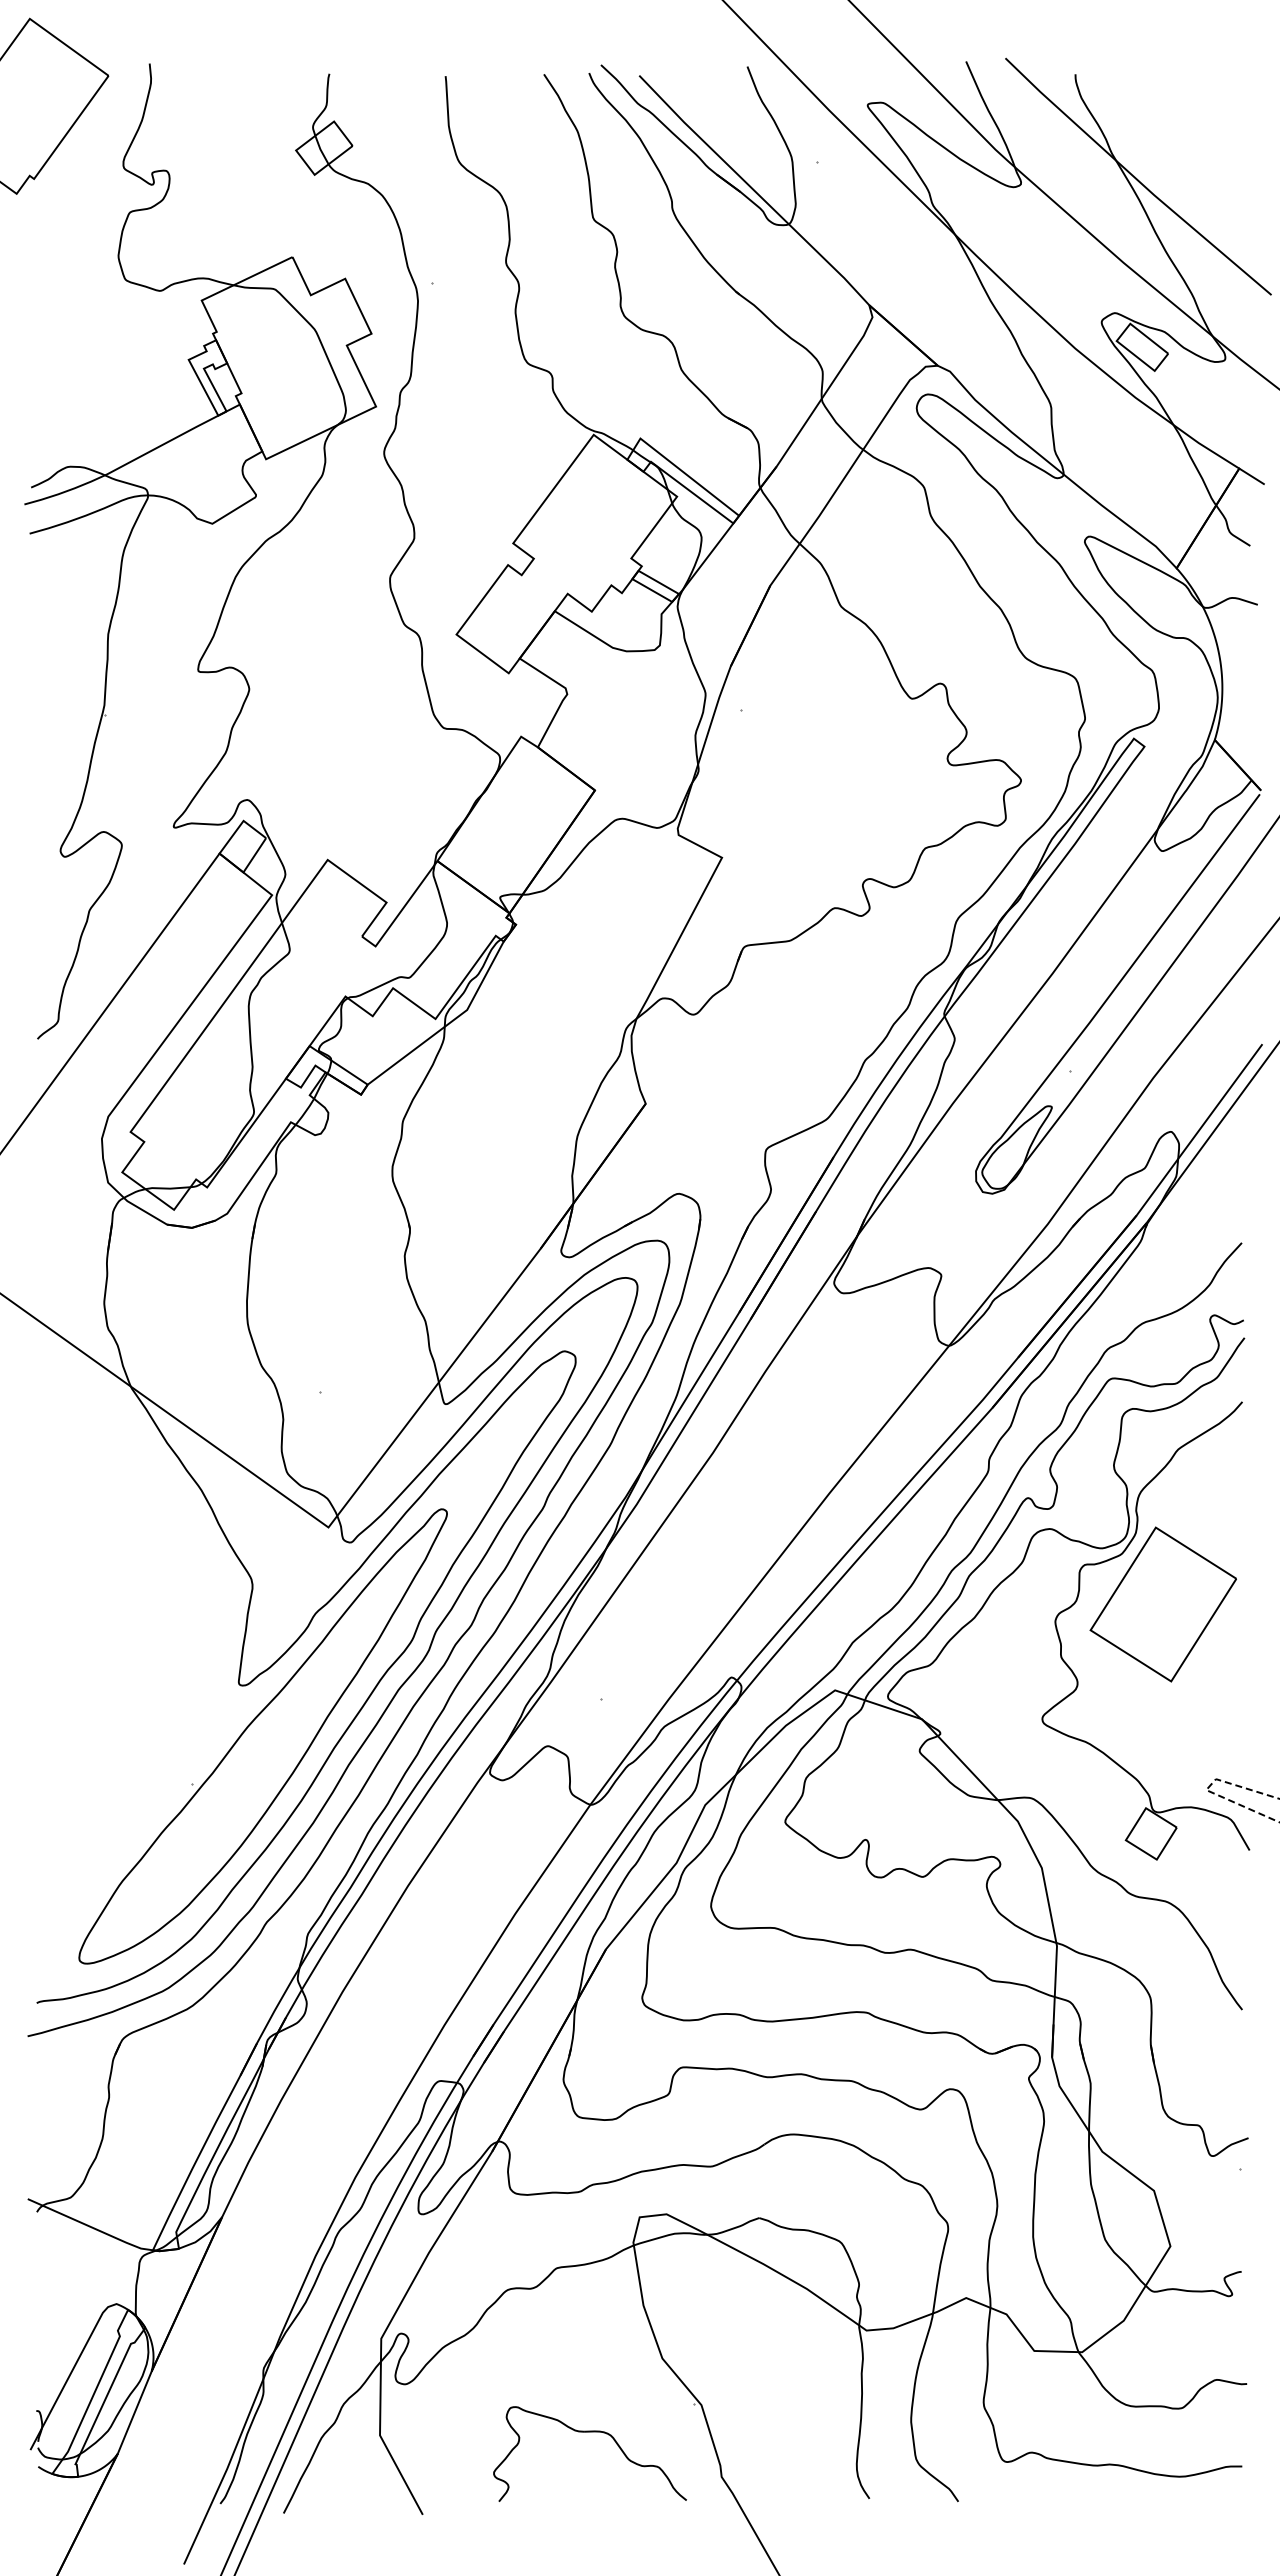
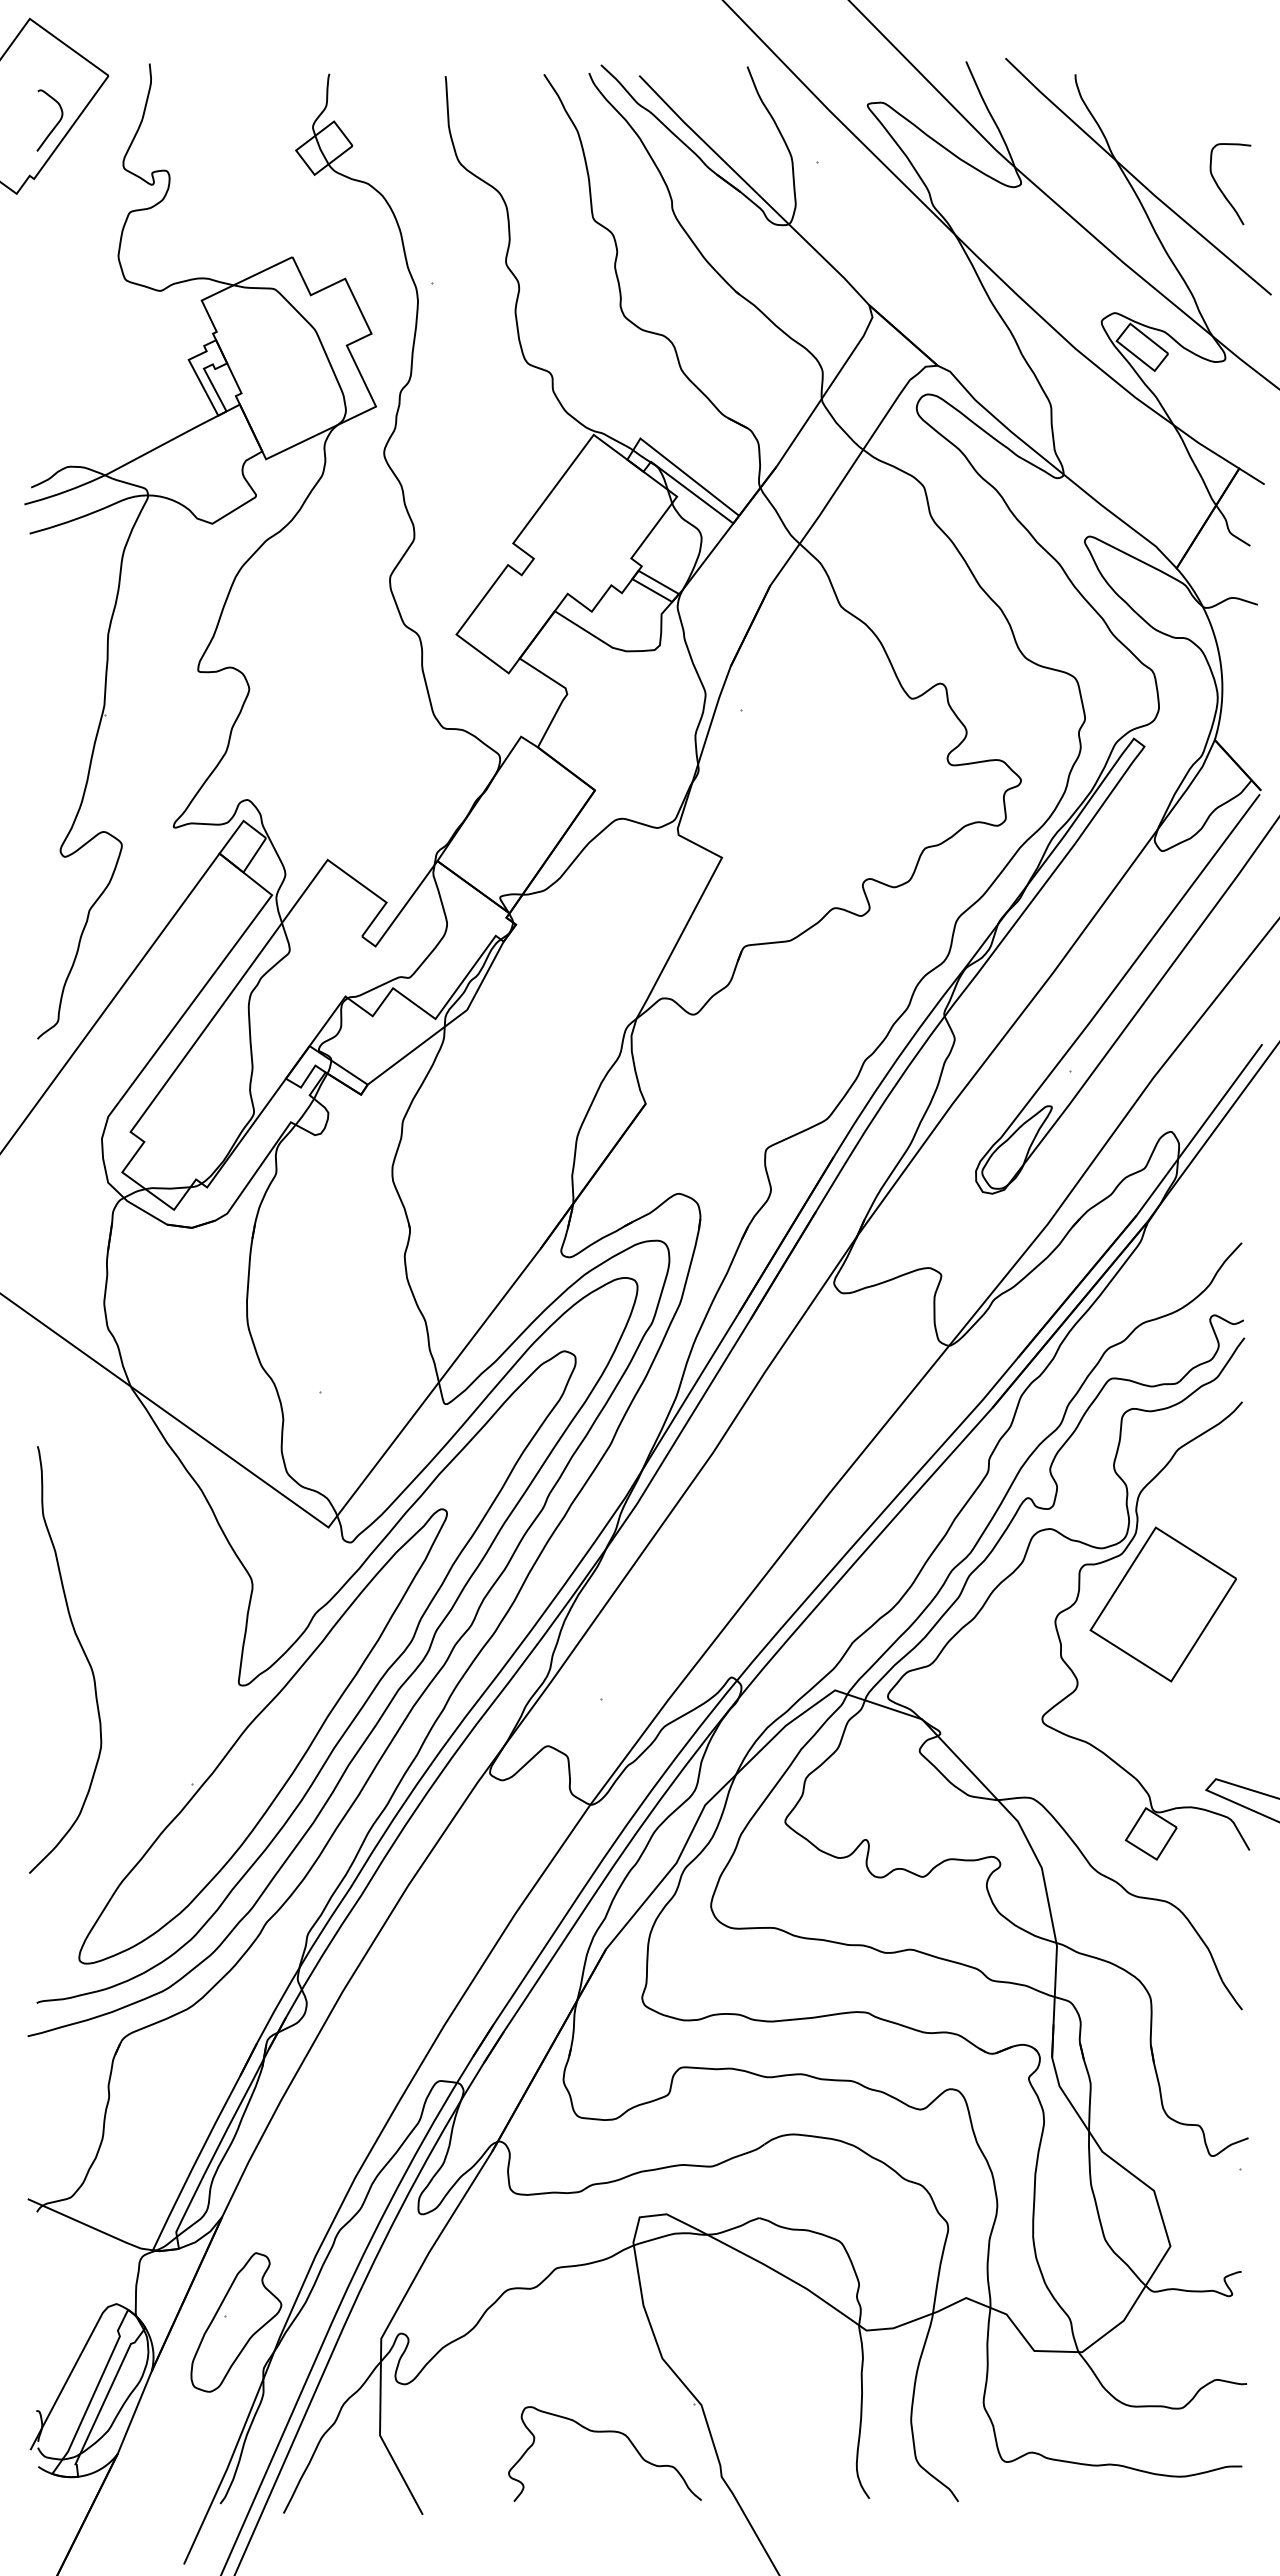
curve at (55, 124): none -> present
curve at (1221, 189): none -> present
curve at (82, 1651): none -> present
line at (1206, 1789): dashed -> solid
part at (236, 2322): none -> present
part at (589, 2432) position: (589, 2432) -> (604, 2432)
